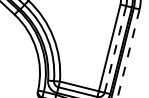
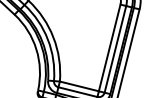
line at (115, 49): dashed -> solid
line at (128, 53): dashed -> solid
